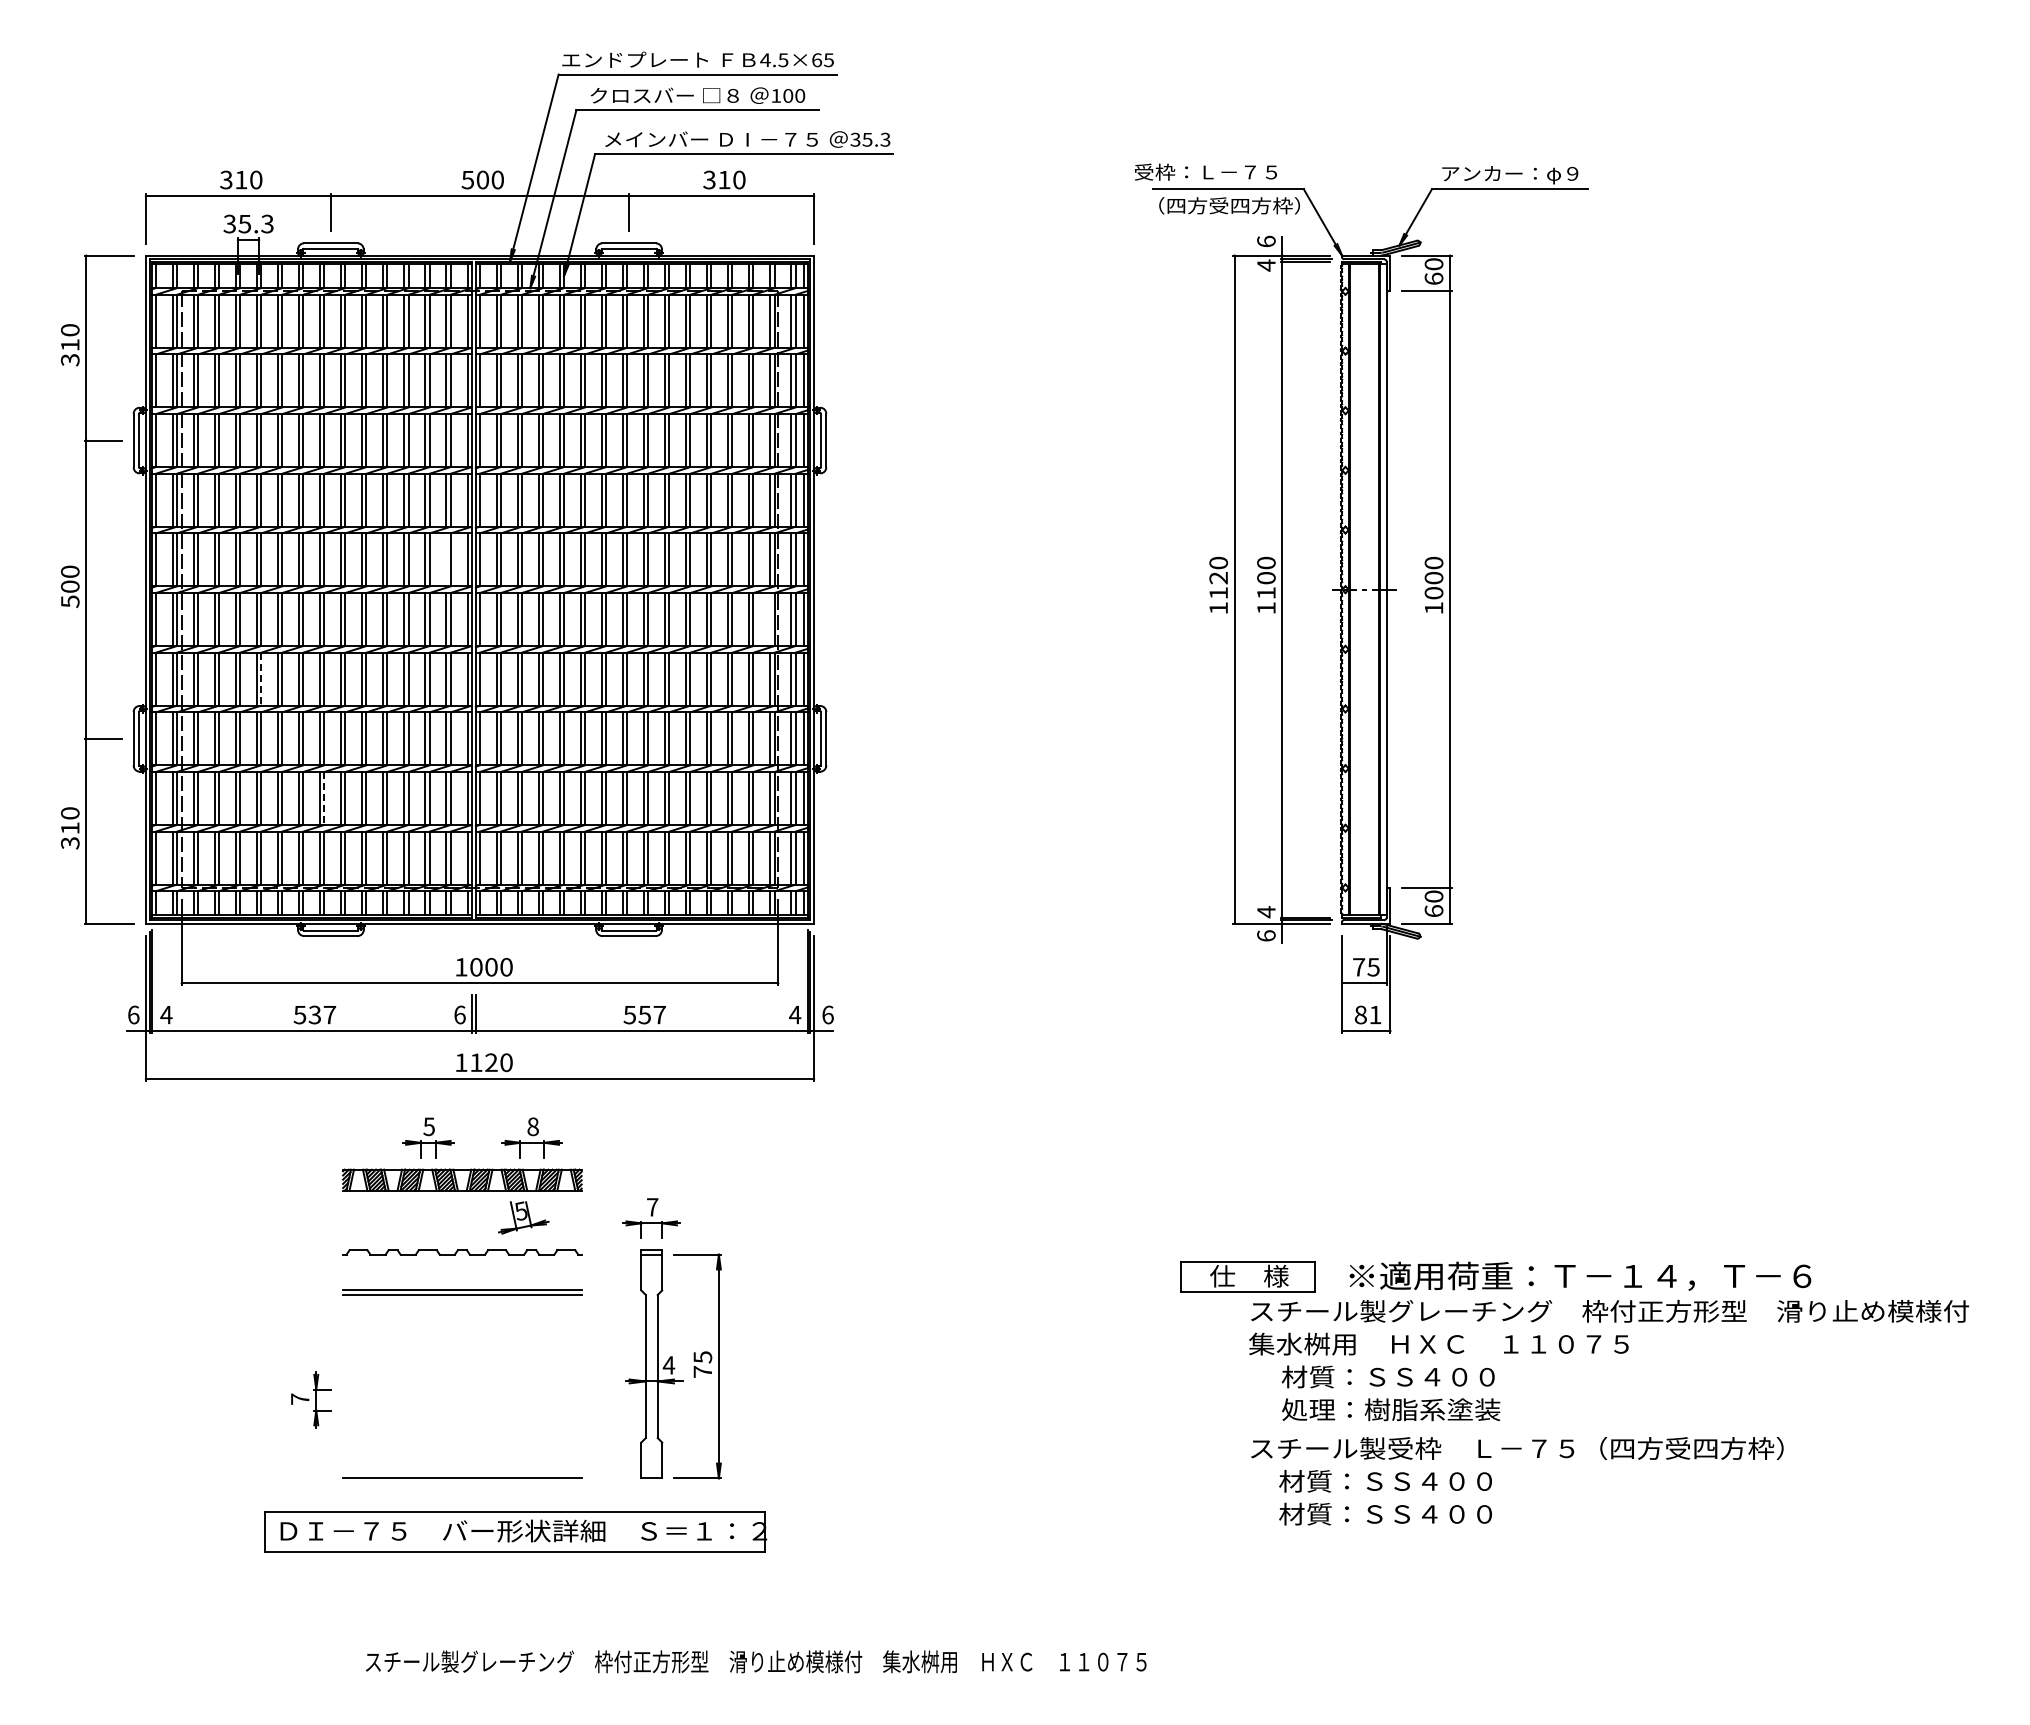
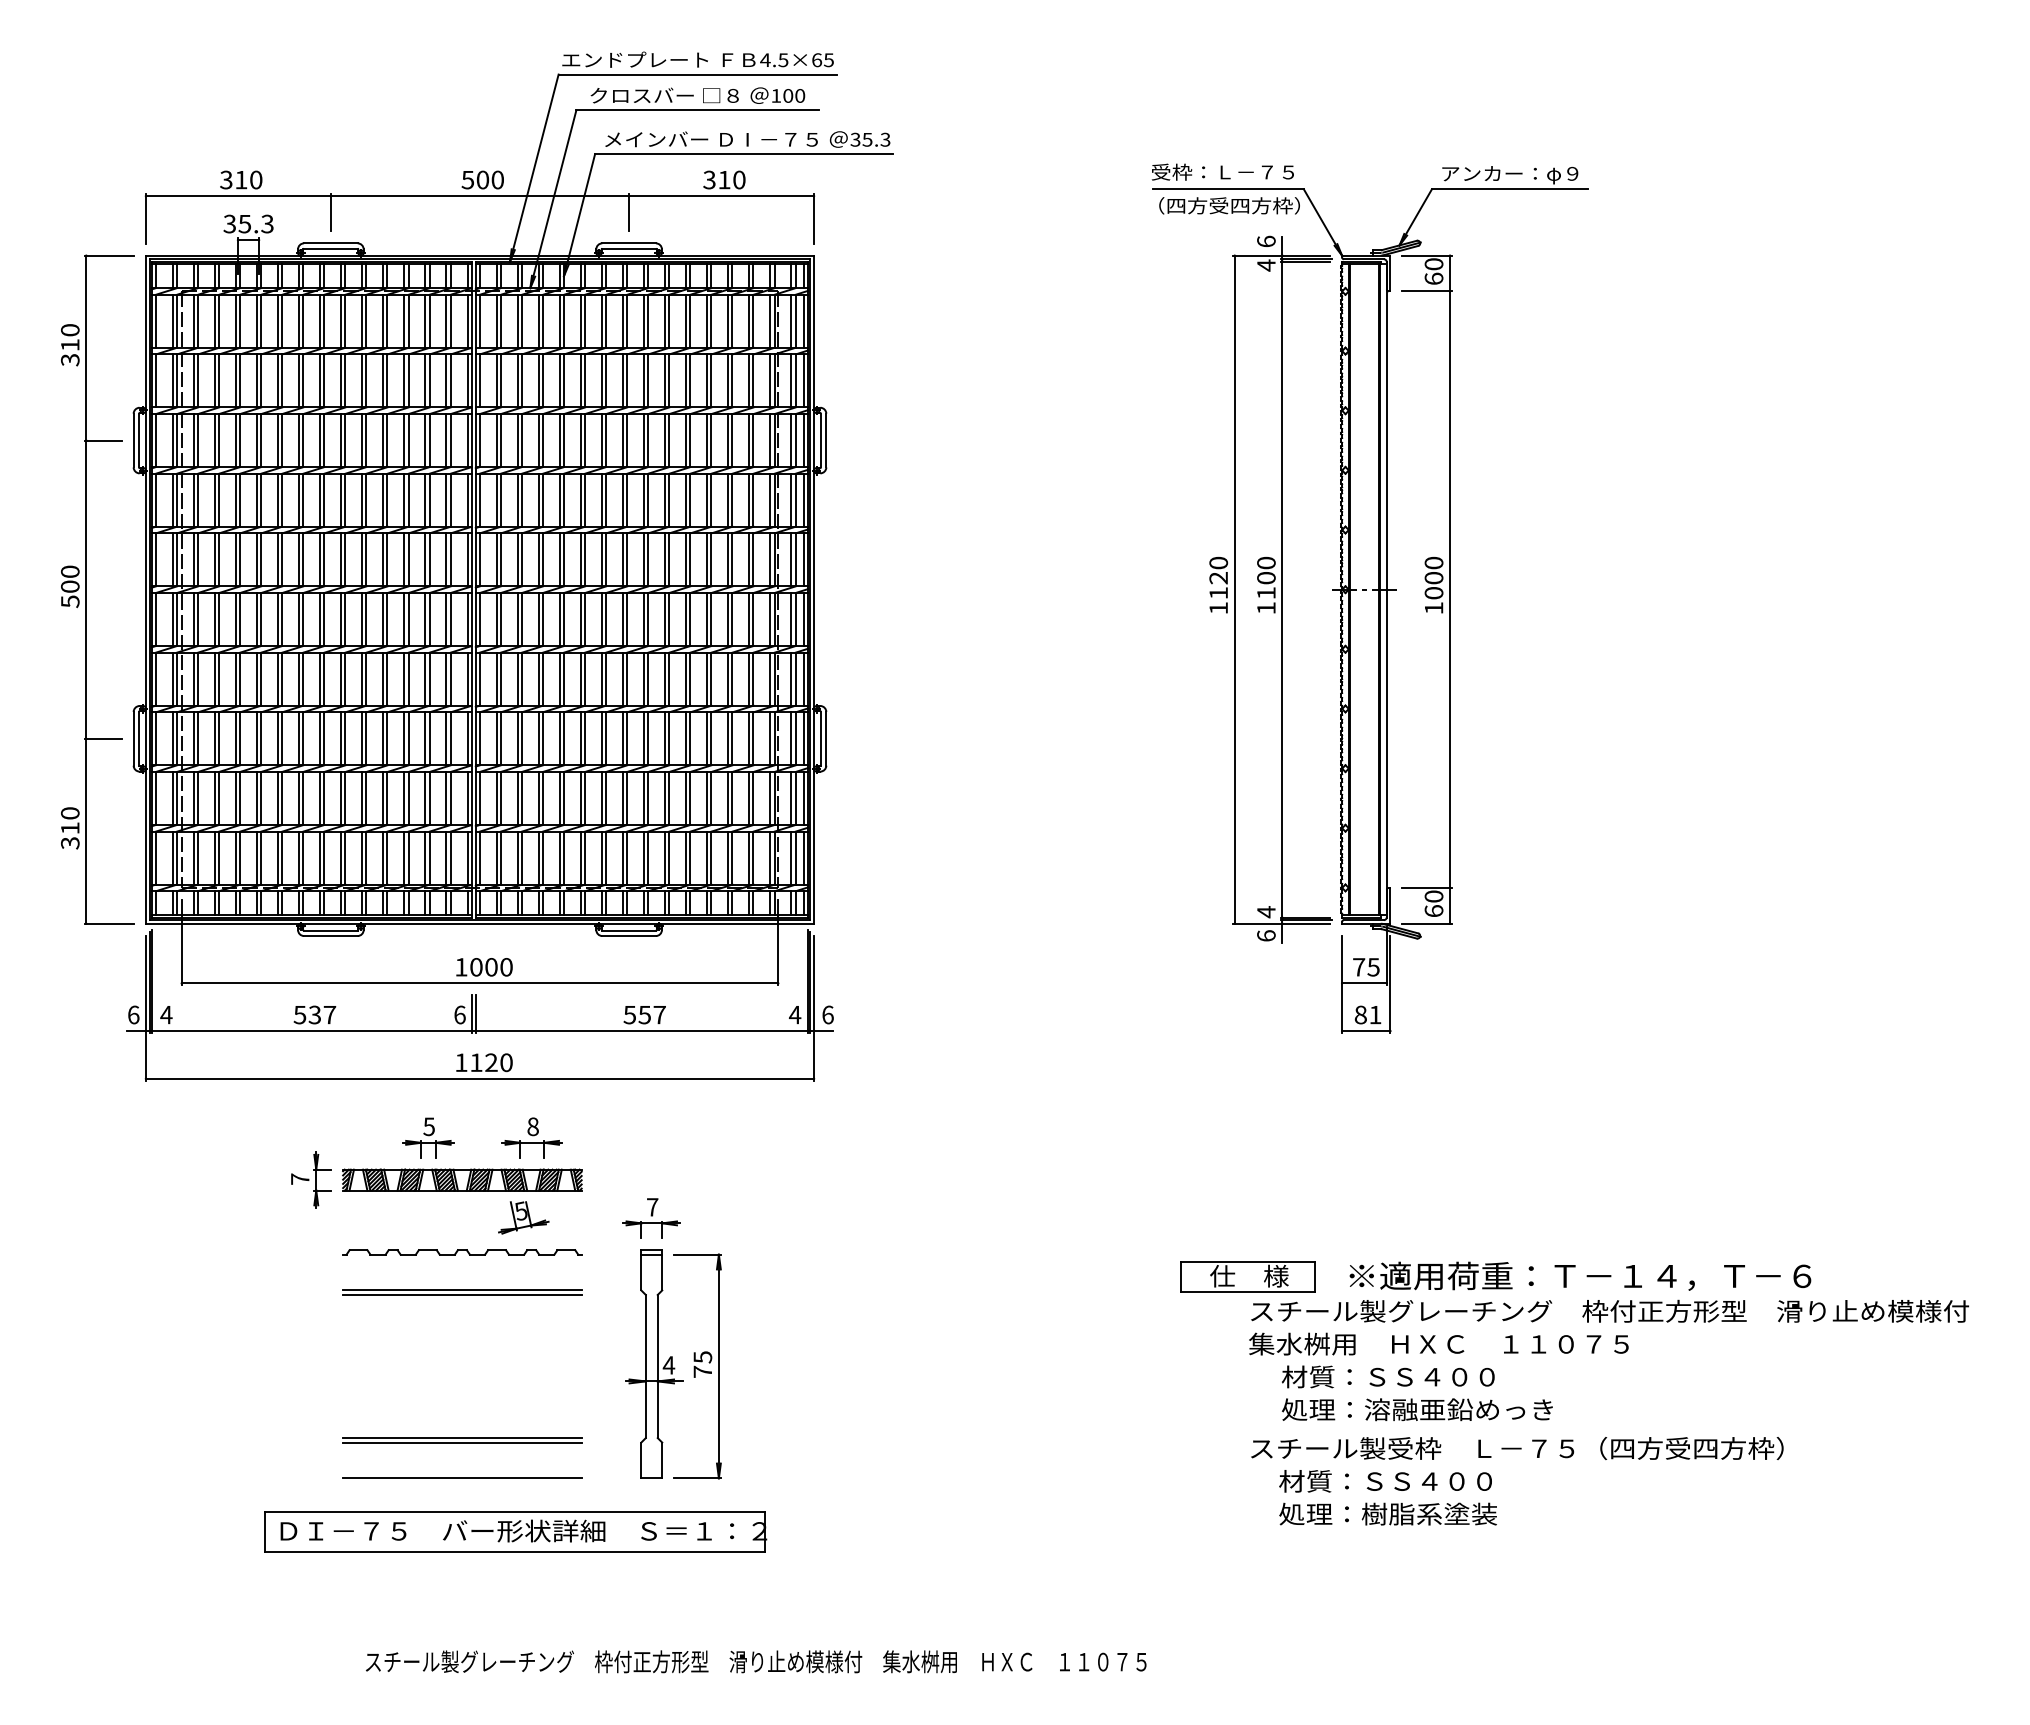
text at (1205, 171) position: (1205, 171) -> (1222, 171)
line at (446, 559): none -> present
line at (770, 619): none -> present
line at (261, 679): dashed -> solid
line at (324, 798): dashed -> solid
part at (311, 1399) position: (311, 1399) -> (311, 1179)
text at (1458, 1409): 処理：樹脂系塗装 -> 処理：溶融亜鉛めっき
part at (462, 1440): none -> present
text at (1387, 1513): 材質：ＳＳ４００ -> 処理：樹脂系塗装
